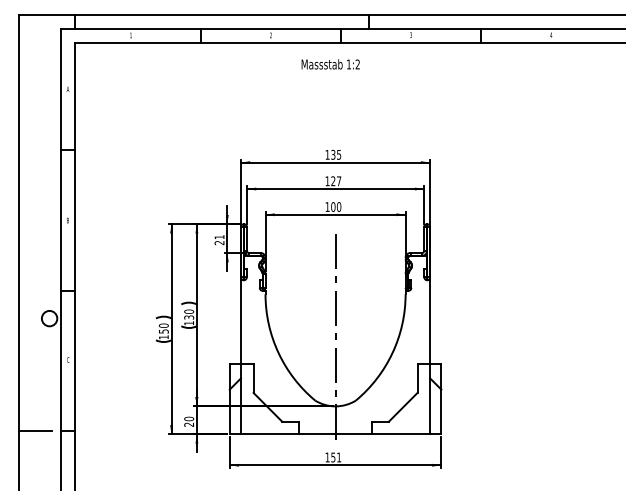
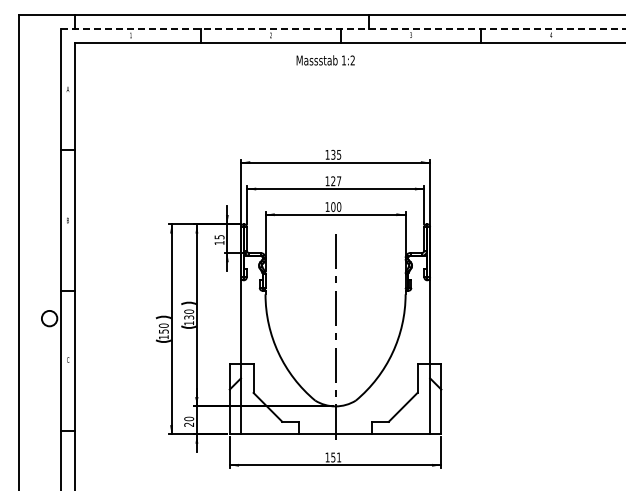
line at (343, 28): solid -> dashed
text at (330, 64) position: (330, 64) -> (325, 60)
text at (219, 240): 21 -> 15
line at (35, 430): present -> none
